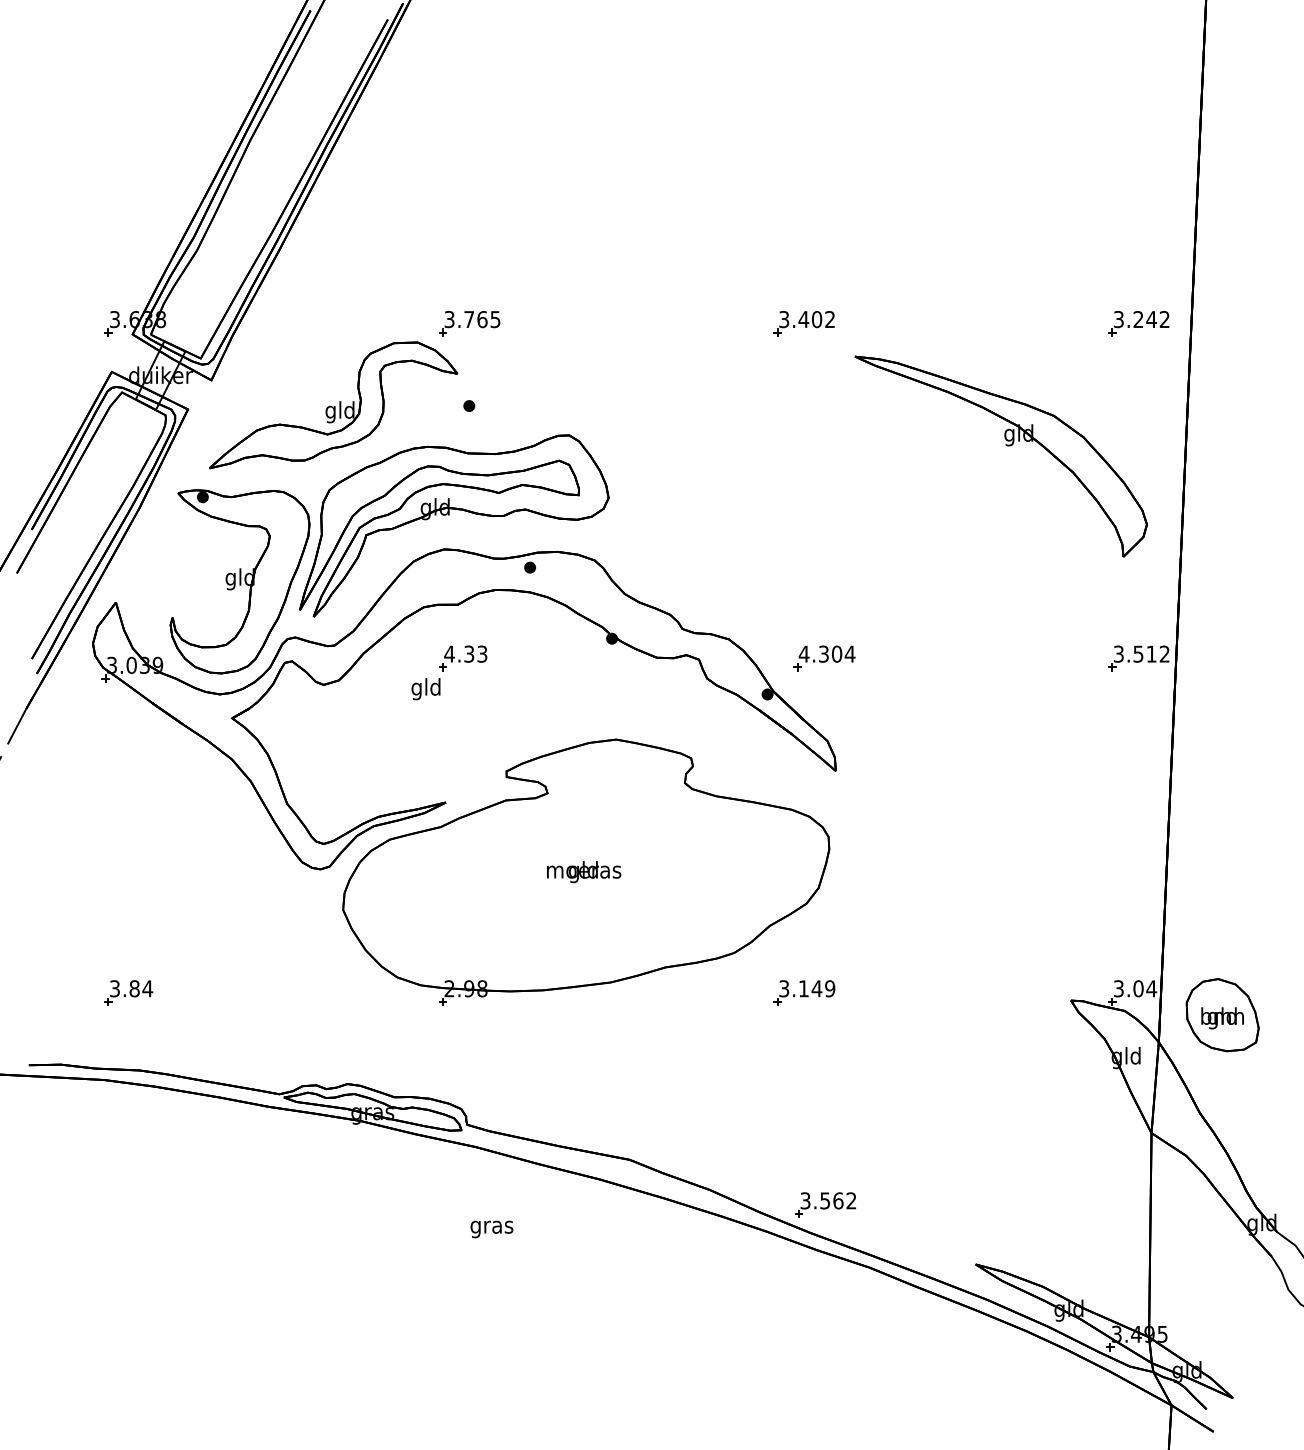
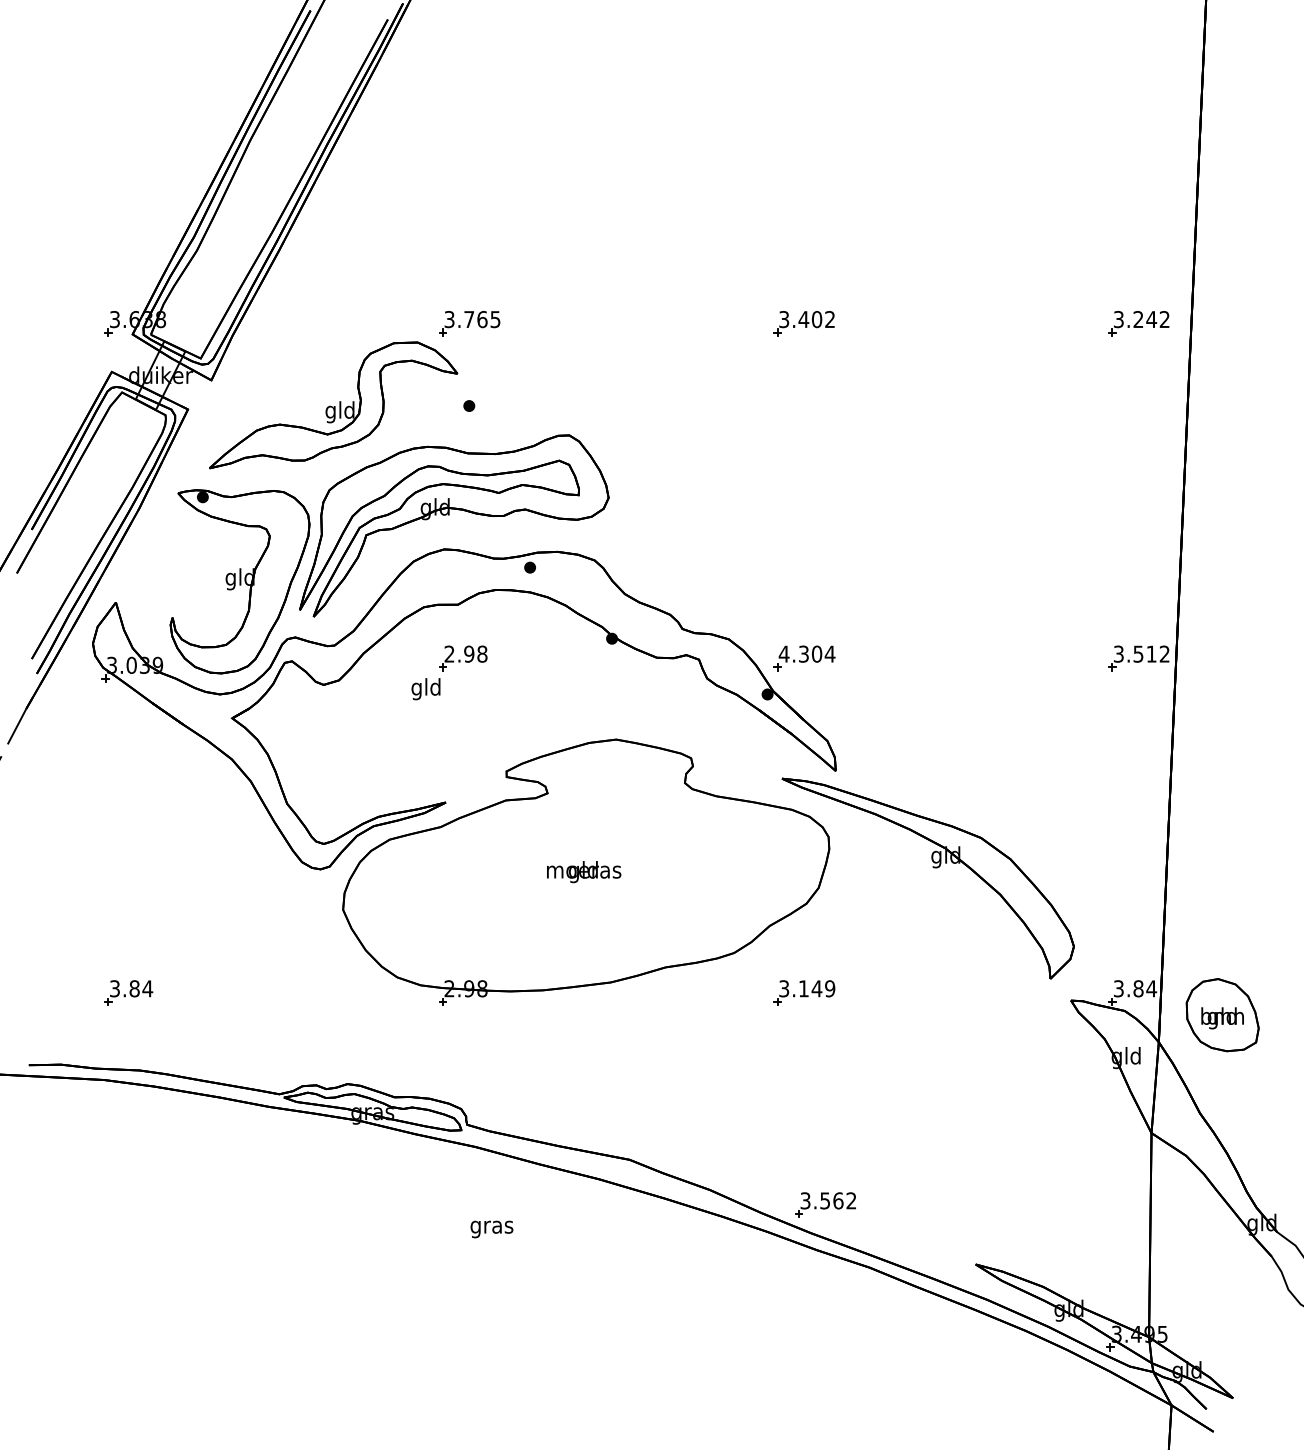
part at (1005, 445) position: (1005, 445) -> (932, 867)
text at (465, 653): 4.33 -> 2.98
part at (824, 658) position: (824, 658) -> (804, 658)
text at (1138, 988): 3.04 -> 3.84
